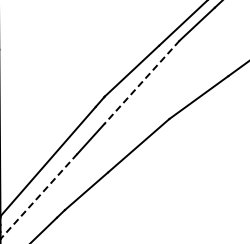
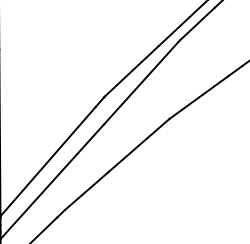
line at (141, 82): dashed -> solid
line at (38, 196): dashed -> solid
